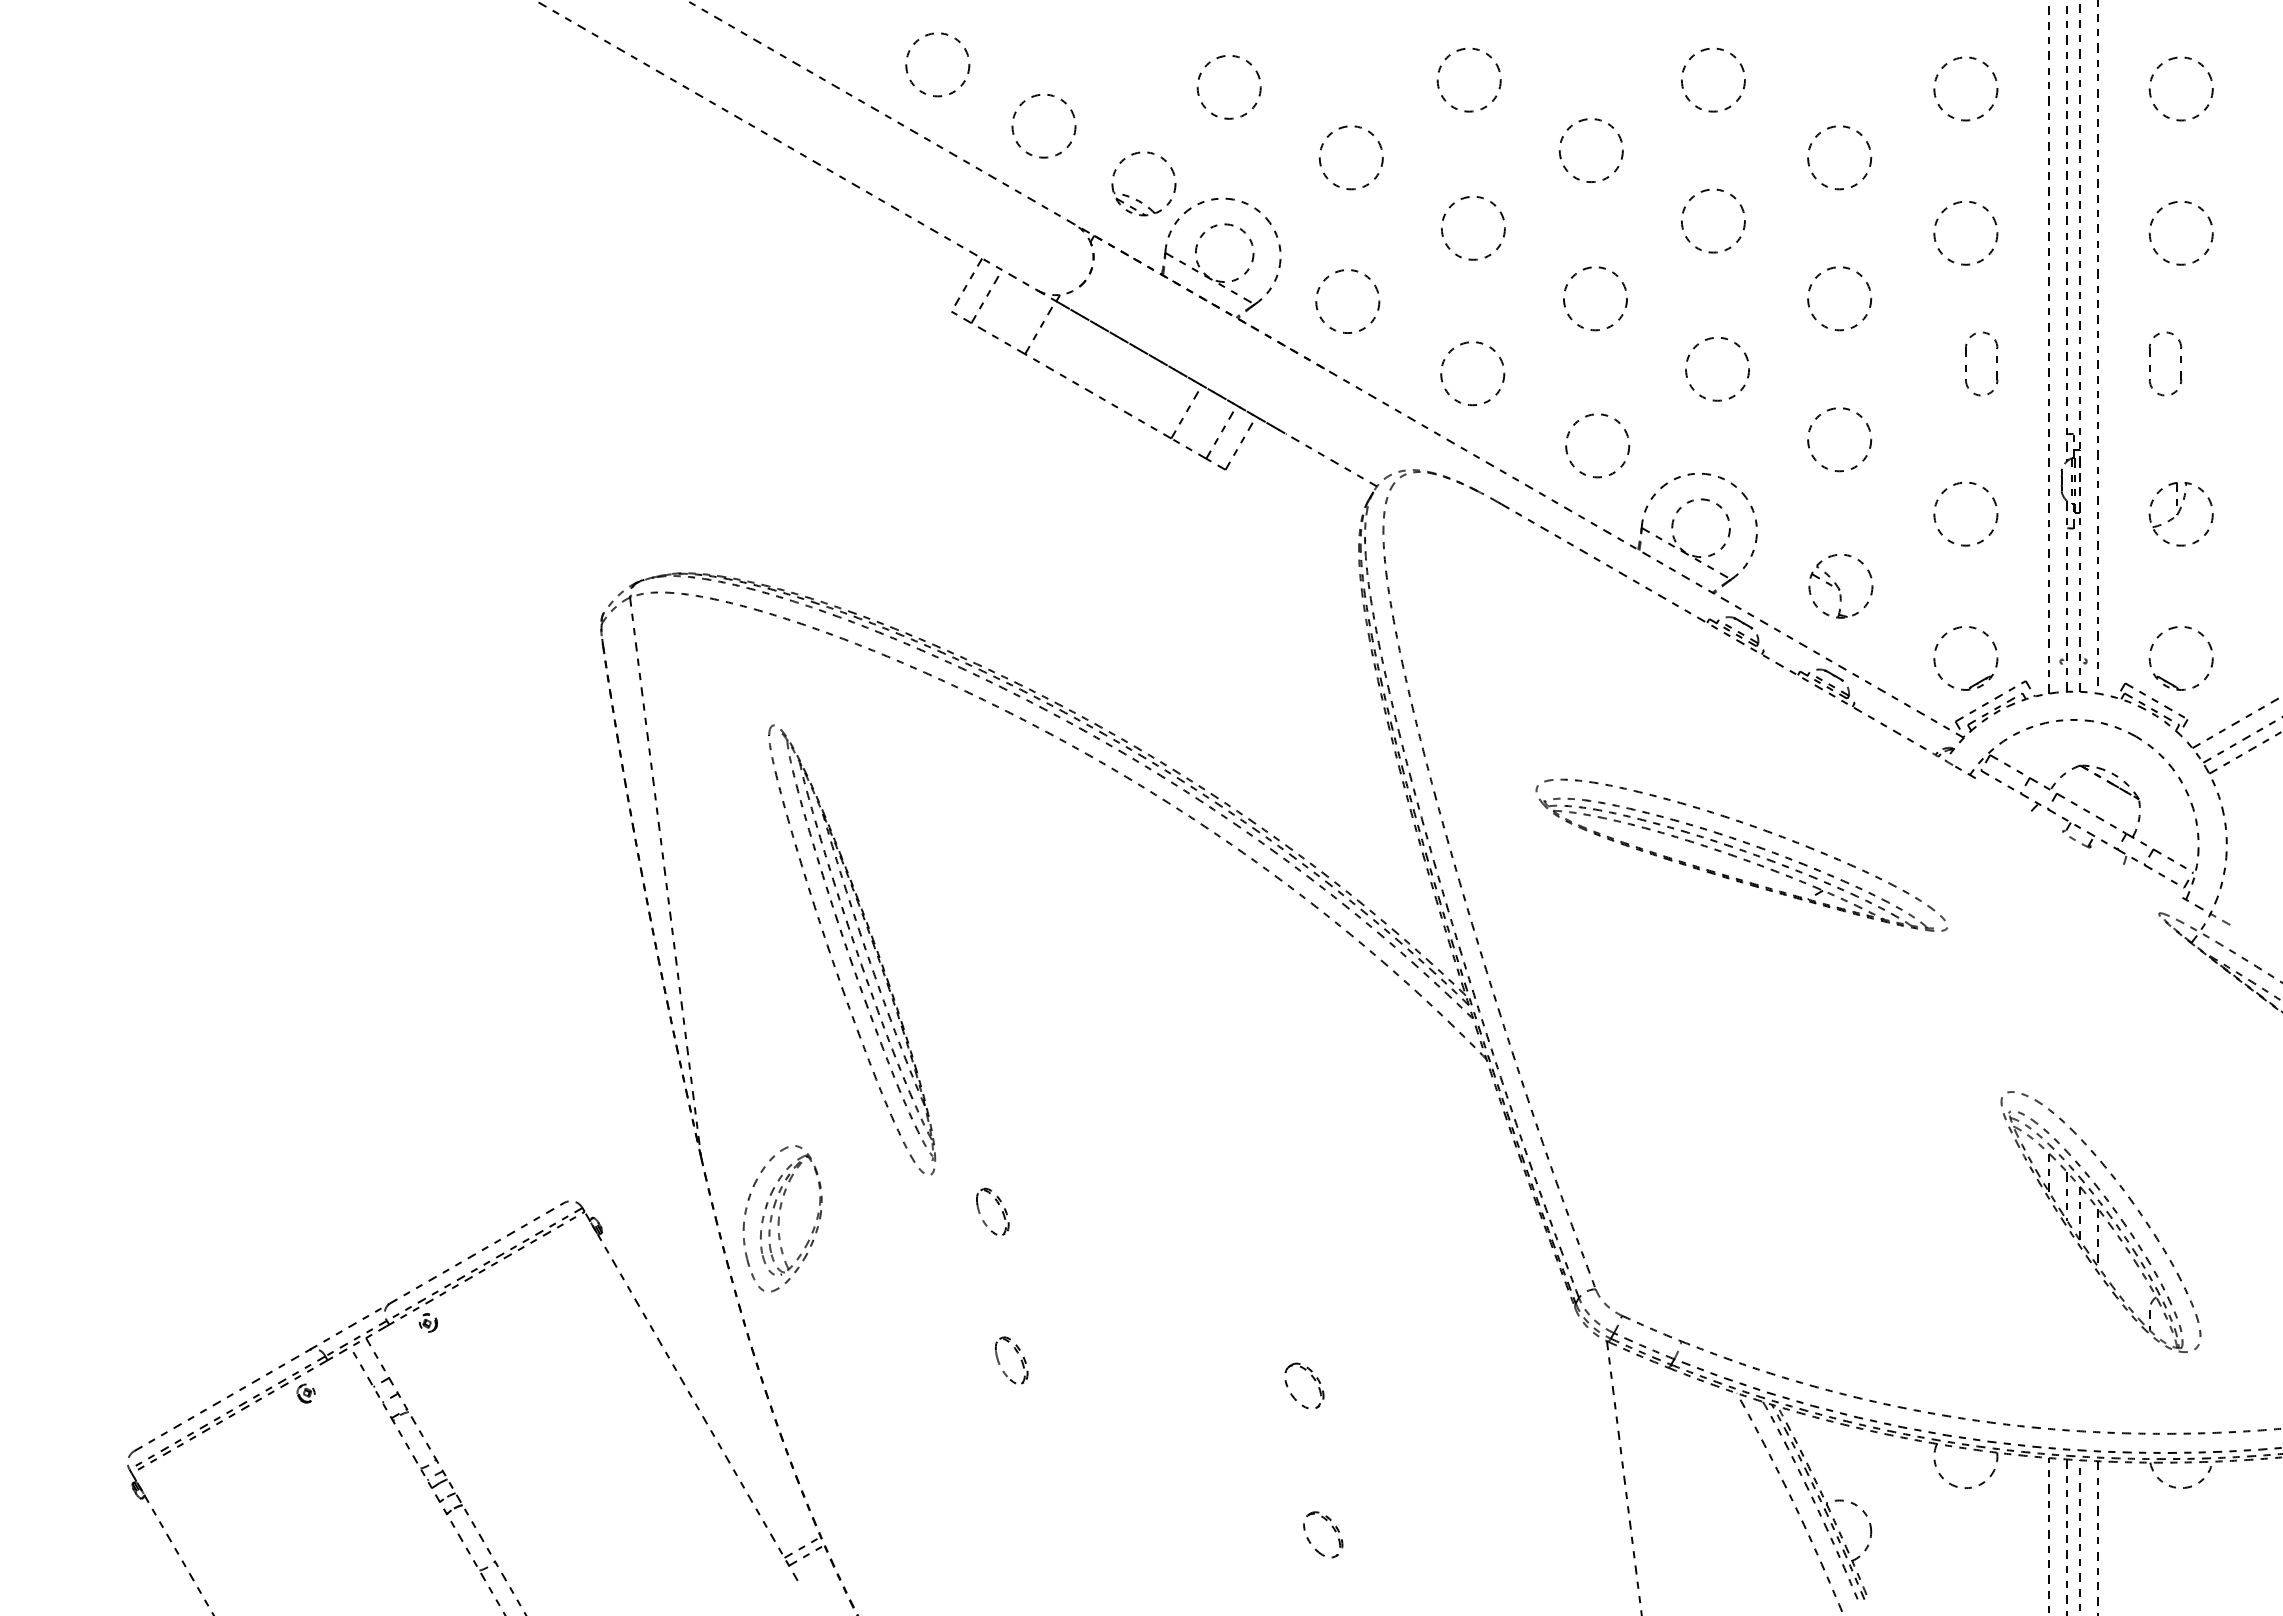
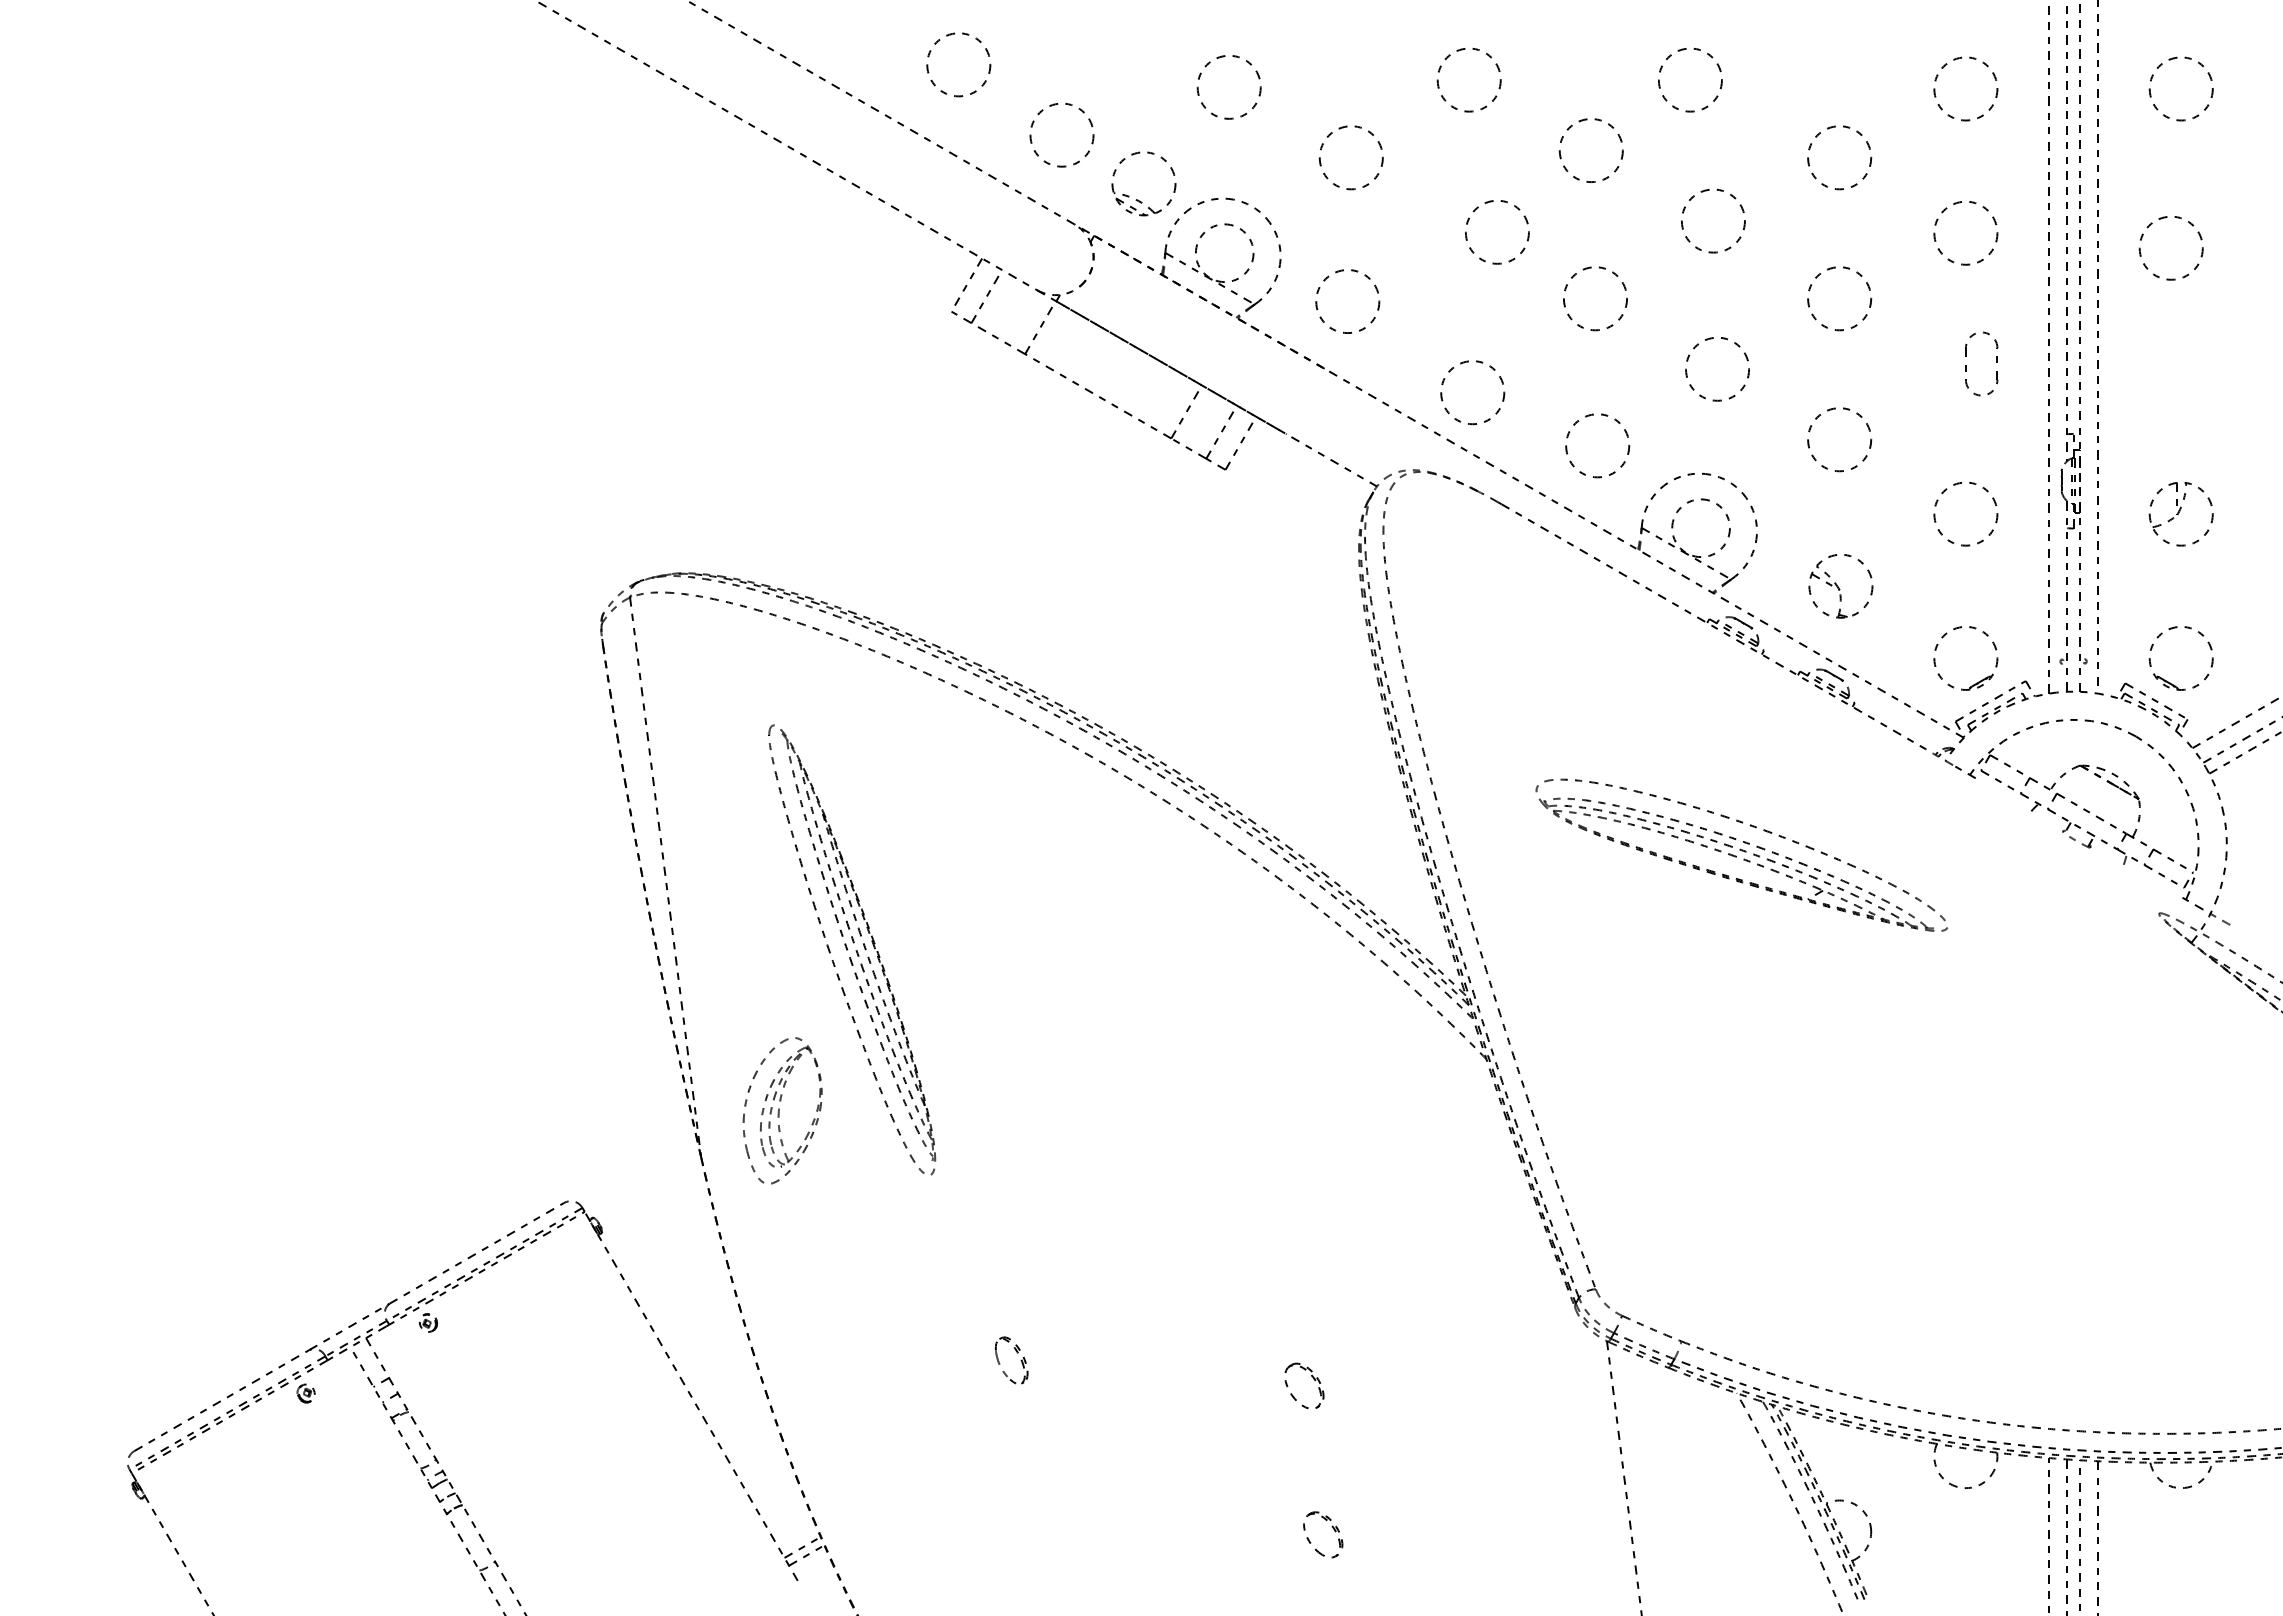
circle at (937, 64) position: (937, 64) -> (958, 64)
circle at (1713, 79) position: (1713, 79) -> (1690, 79)
circle at (1043, 126) position: (1043, 126) -> (1061, 135)
circle at (1473, 228) position: (1473, 228) -> (1497, 232)
circle at (2180, 233) position: (2180, 233) -> (2170, 248)
part at (2180, 362): present -> none
circle at (1472, 373) position: (1472, 373) -> (1472, 392)
part at (998, 1204): present -> none
part at (782, 1218) position: (782, 1218) -> (782, 1110)
part at (2100, 1221): present -> none
